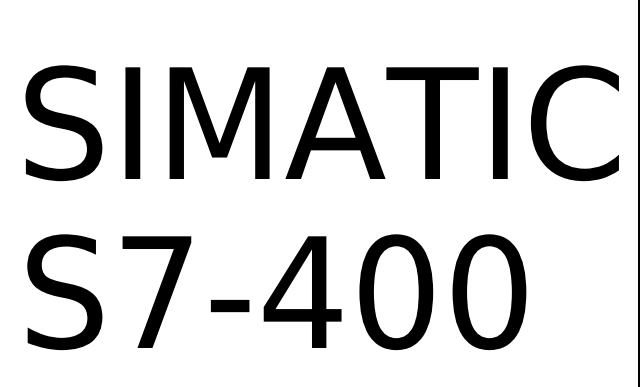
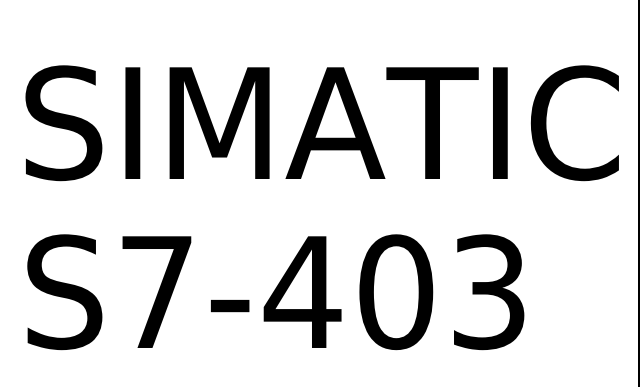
text at (489, 292): S7-400 -> S7-403
